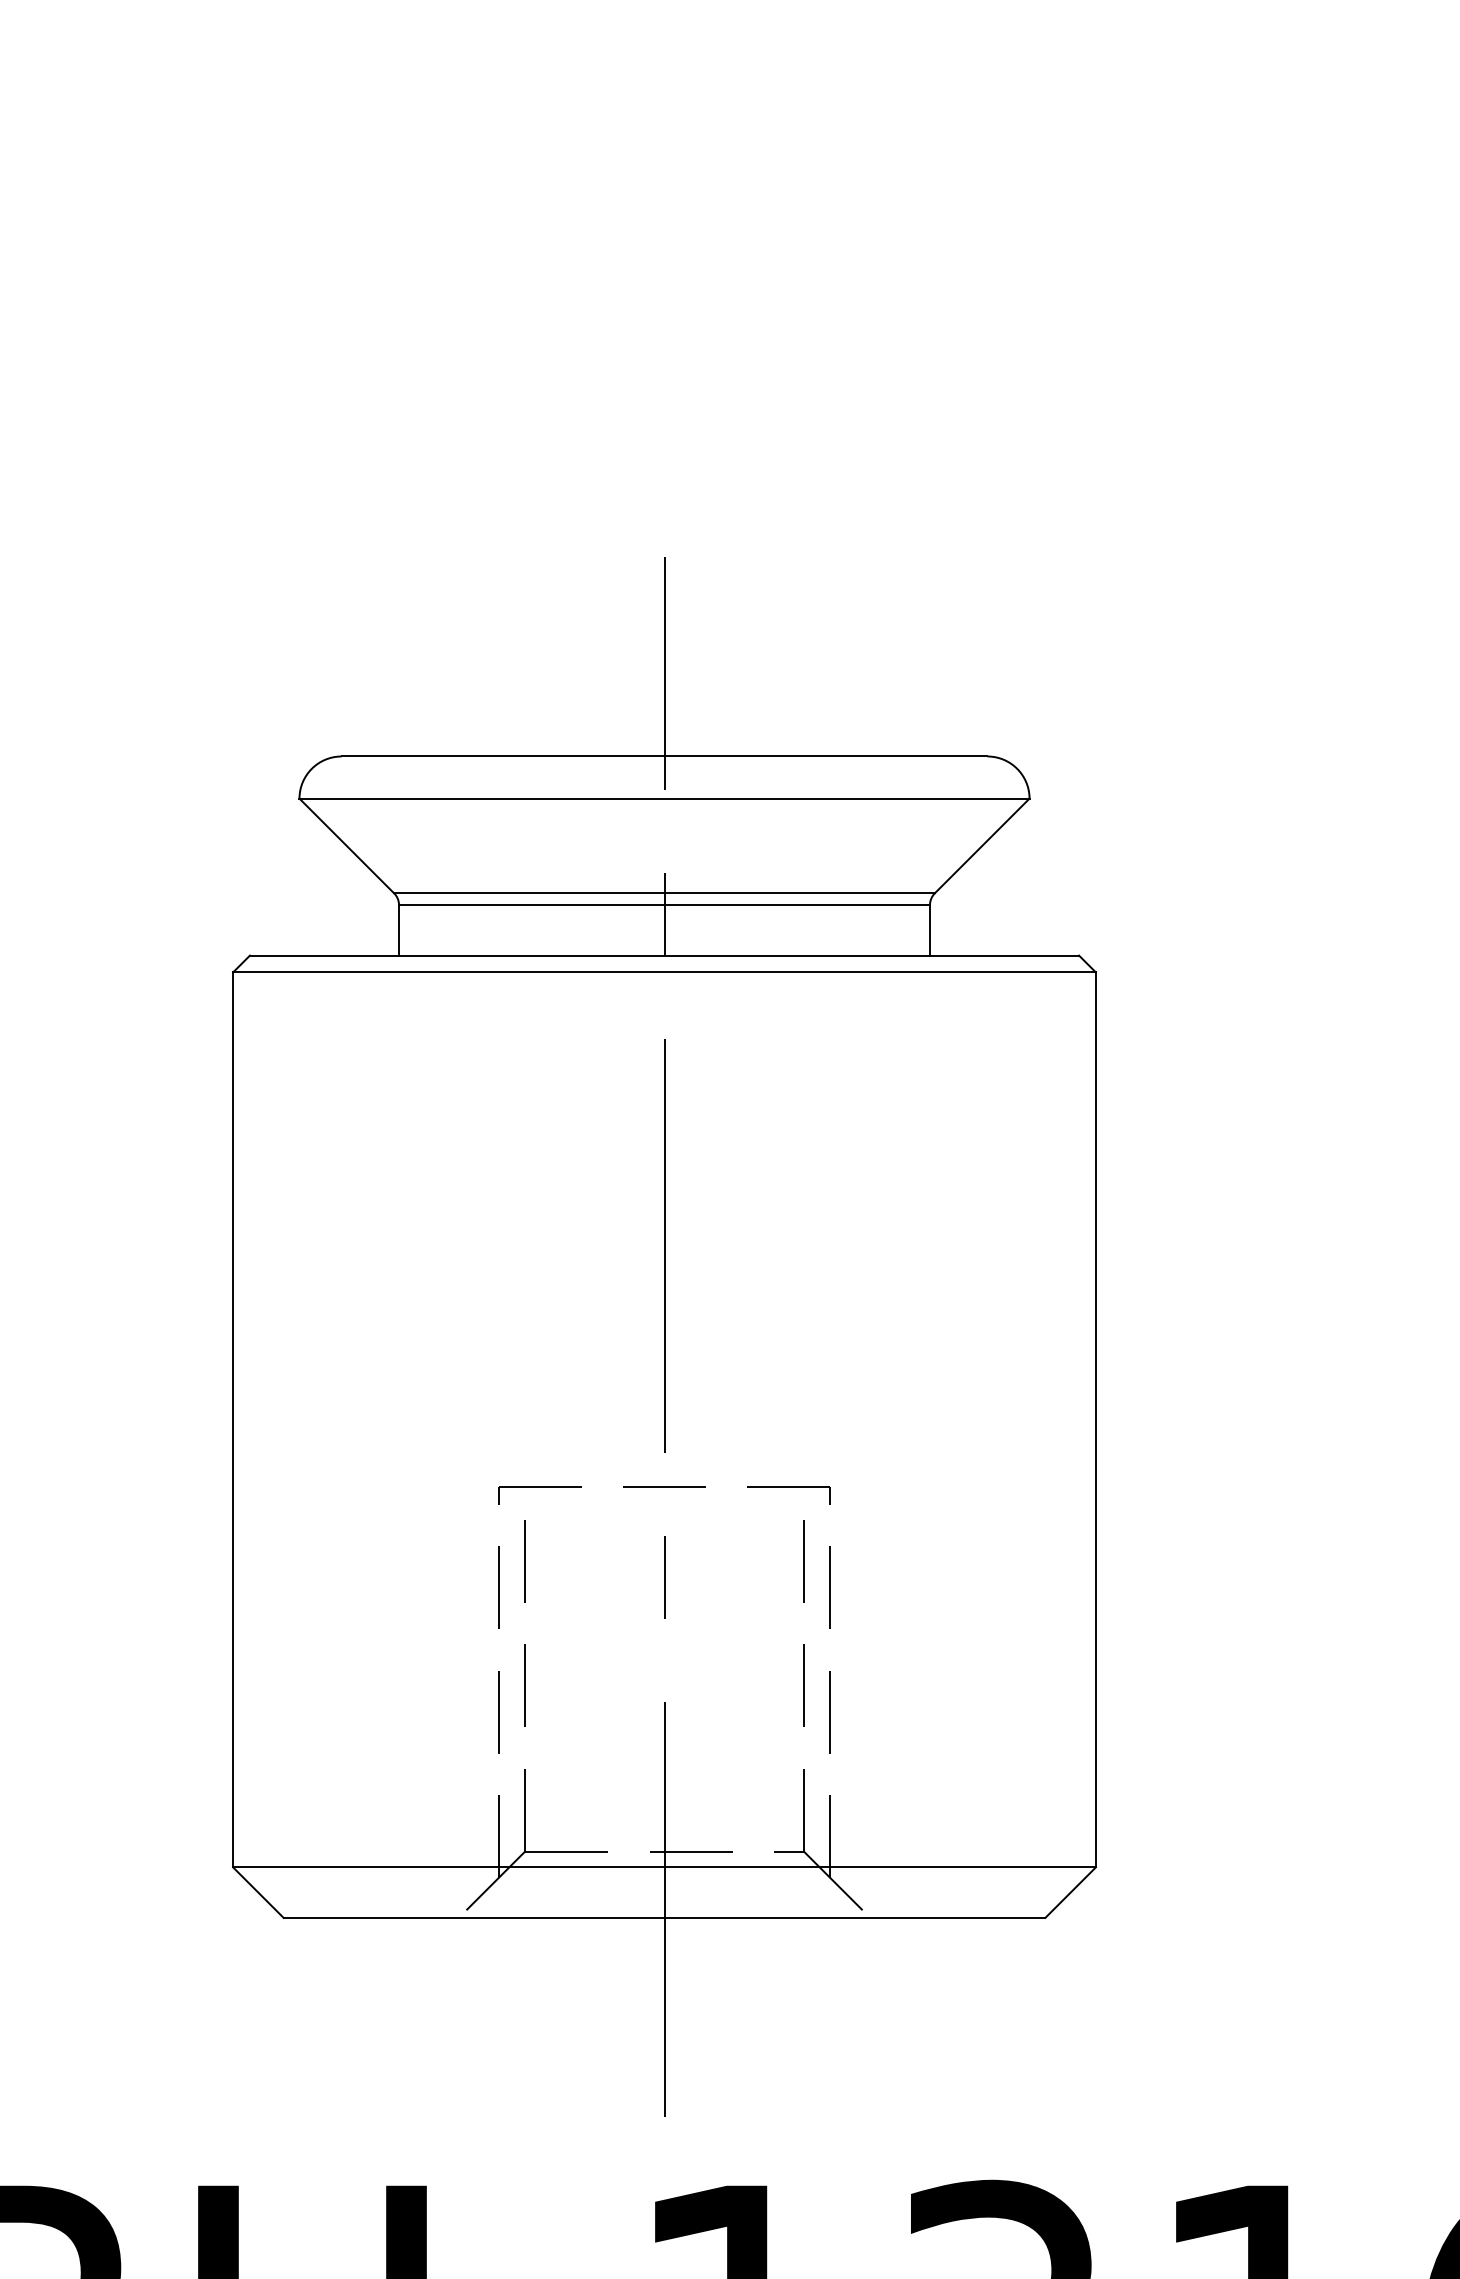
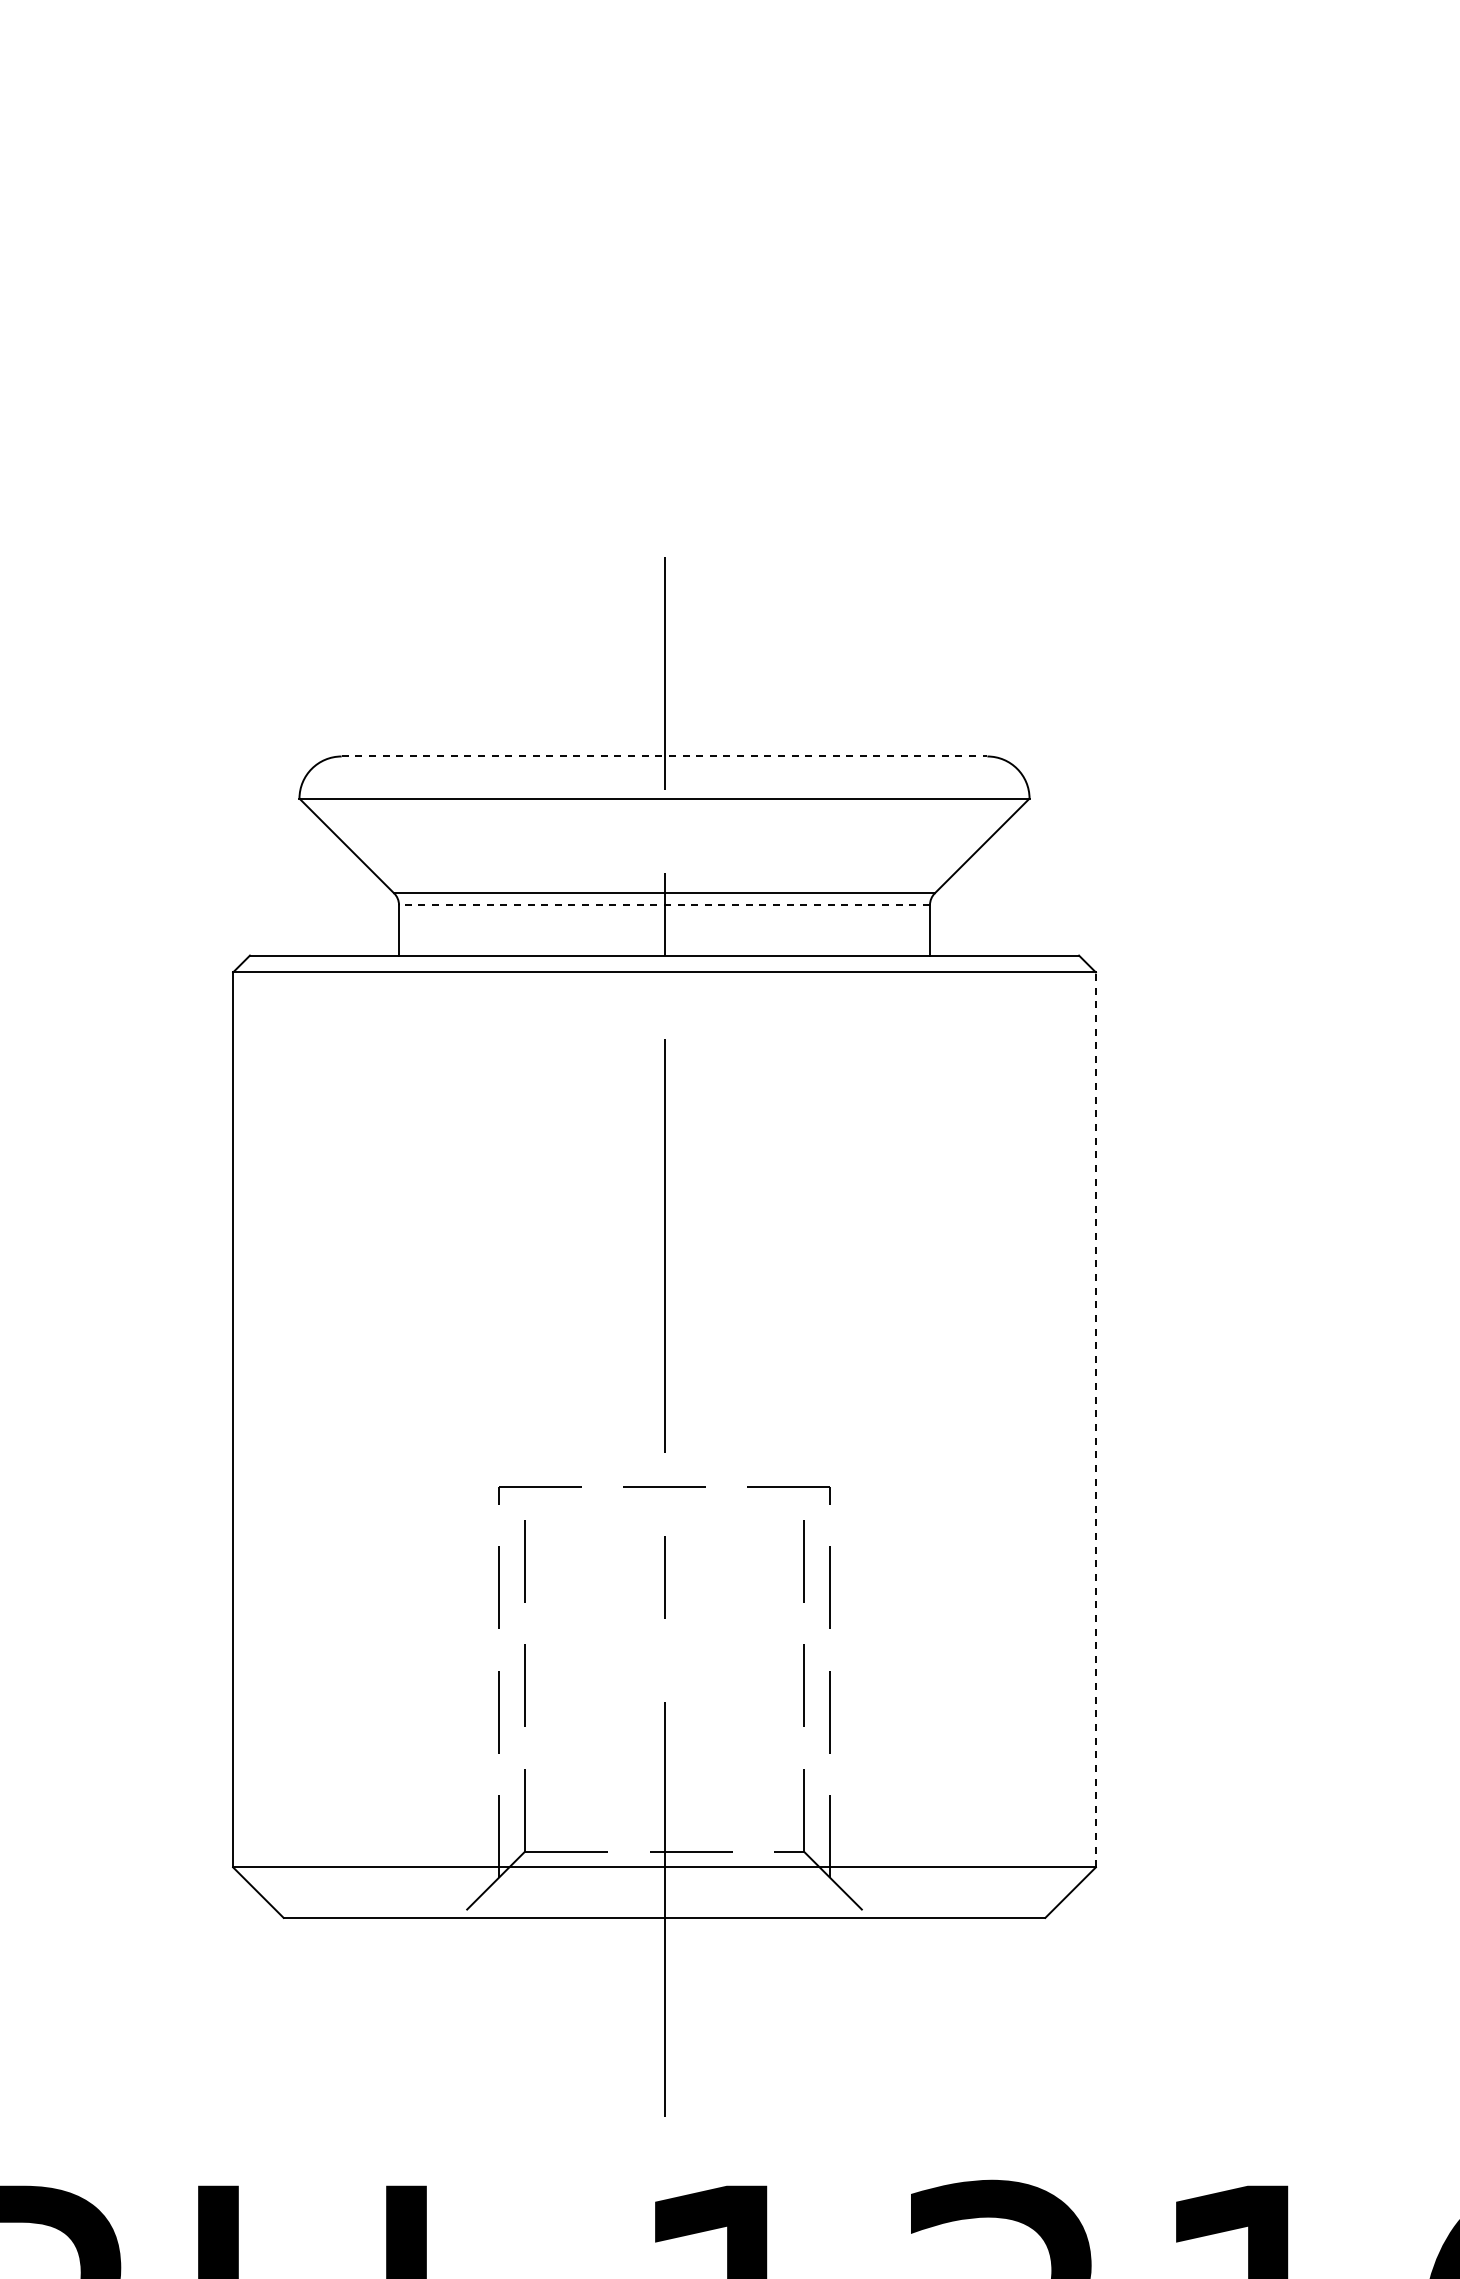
line at (664, 756): solid -> dashed
line at (664, 905): solid -> dashed
line at (1095, 1419): solid -> dashed
